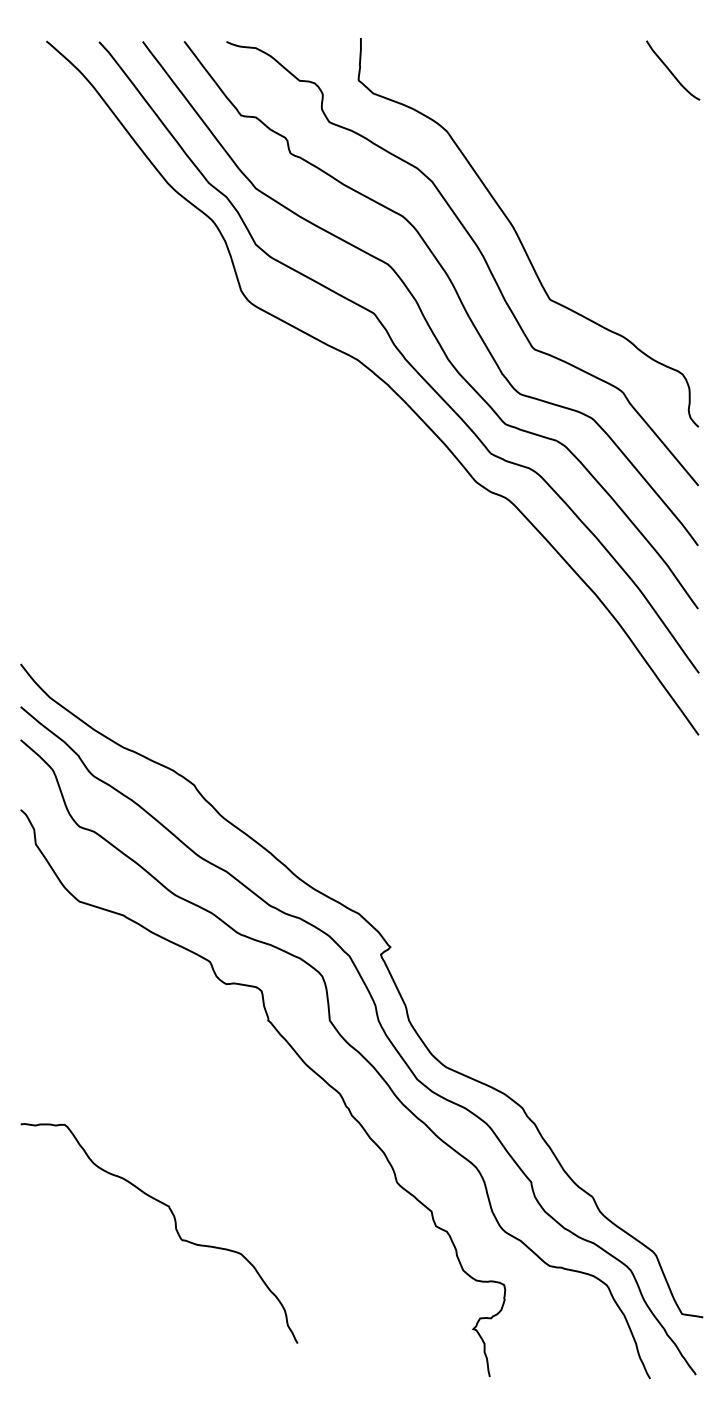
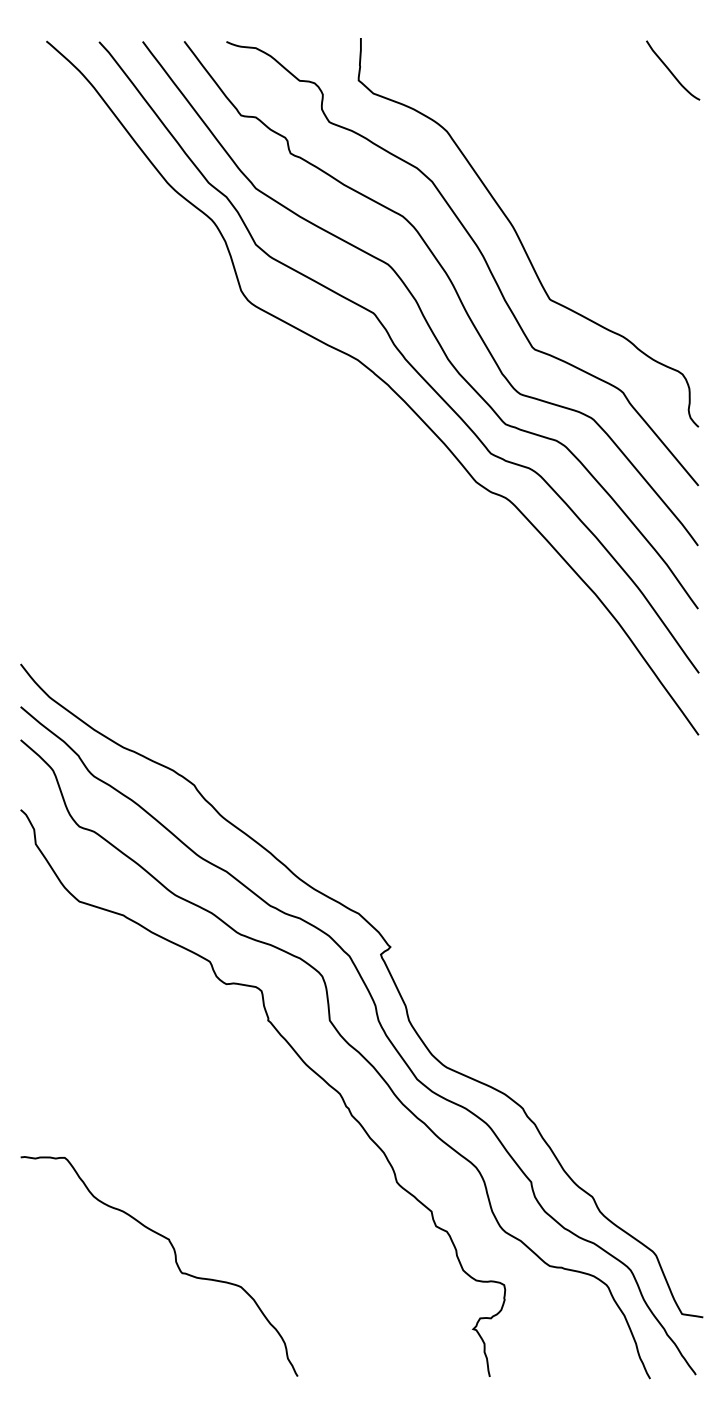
curve at (175, 1230) position: (175, 1230) -> (175, 1263)
